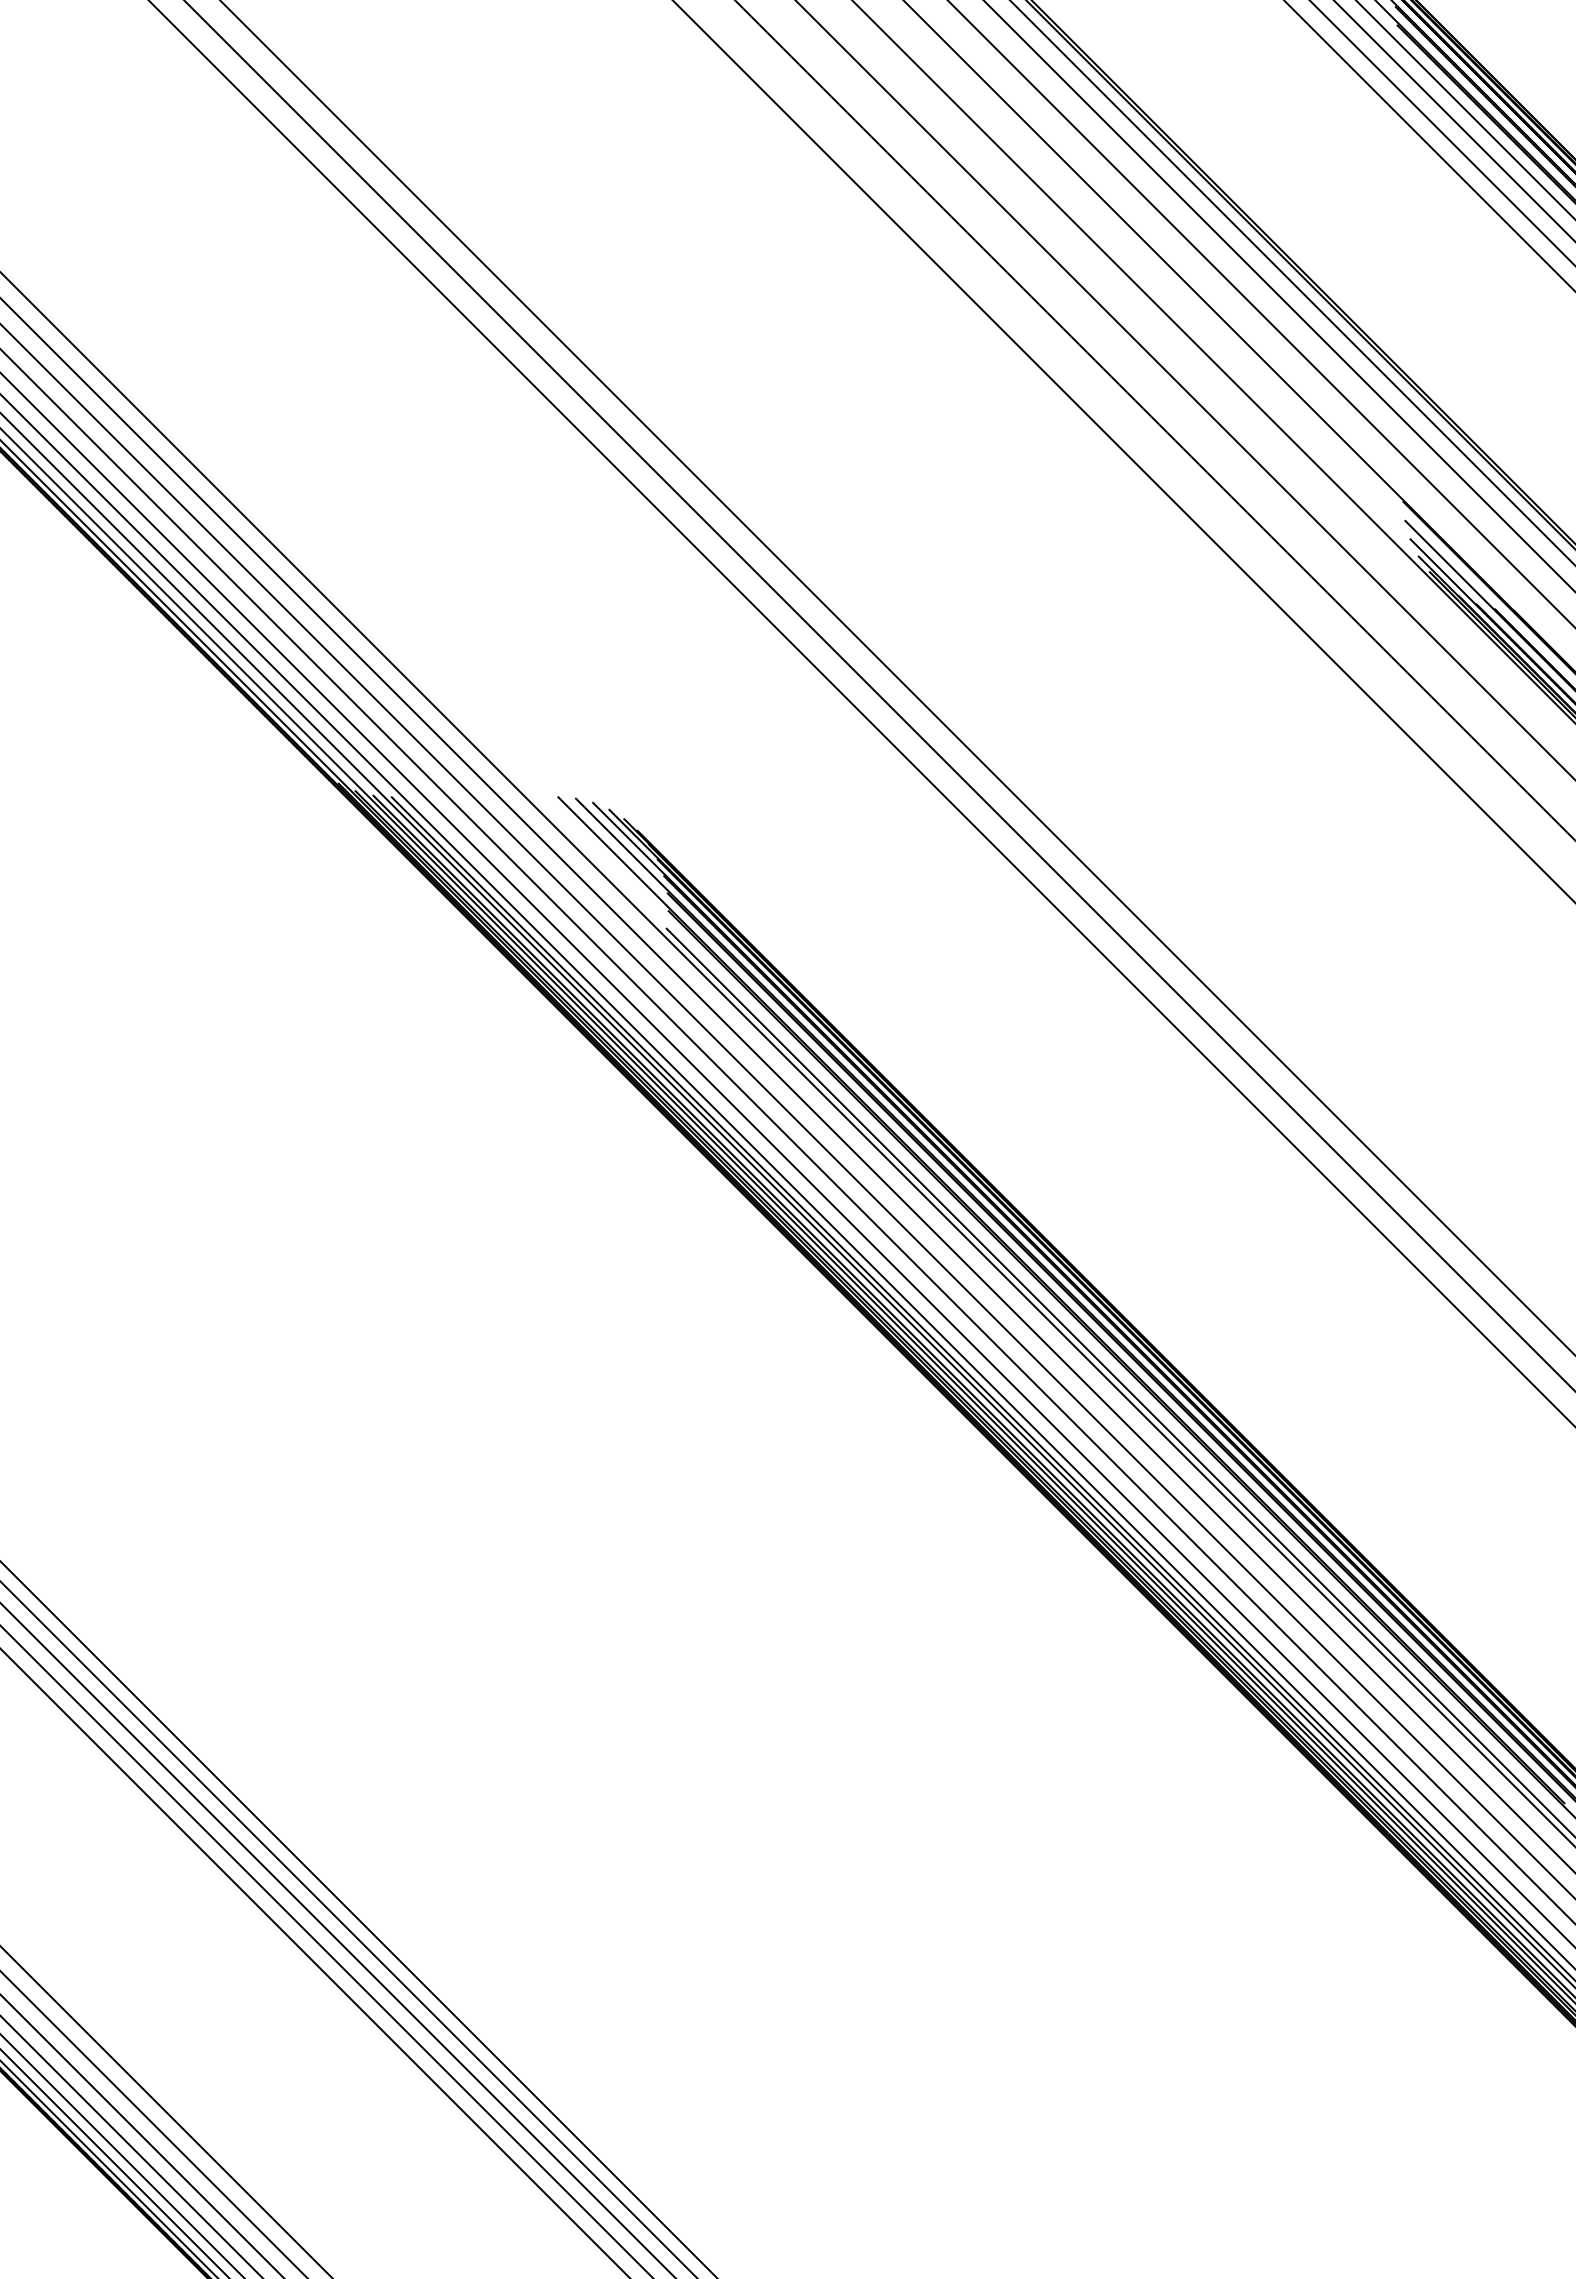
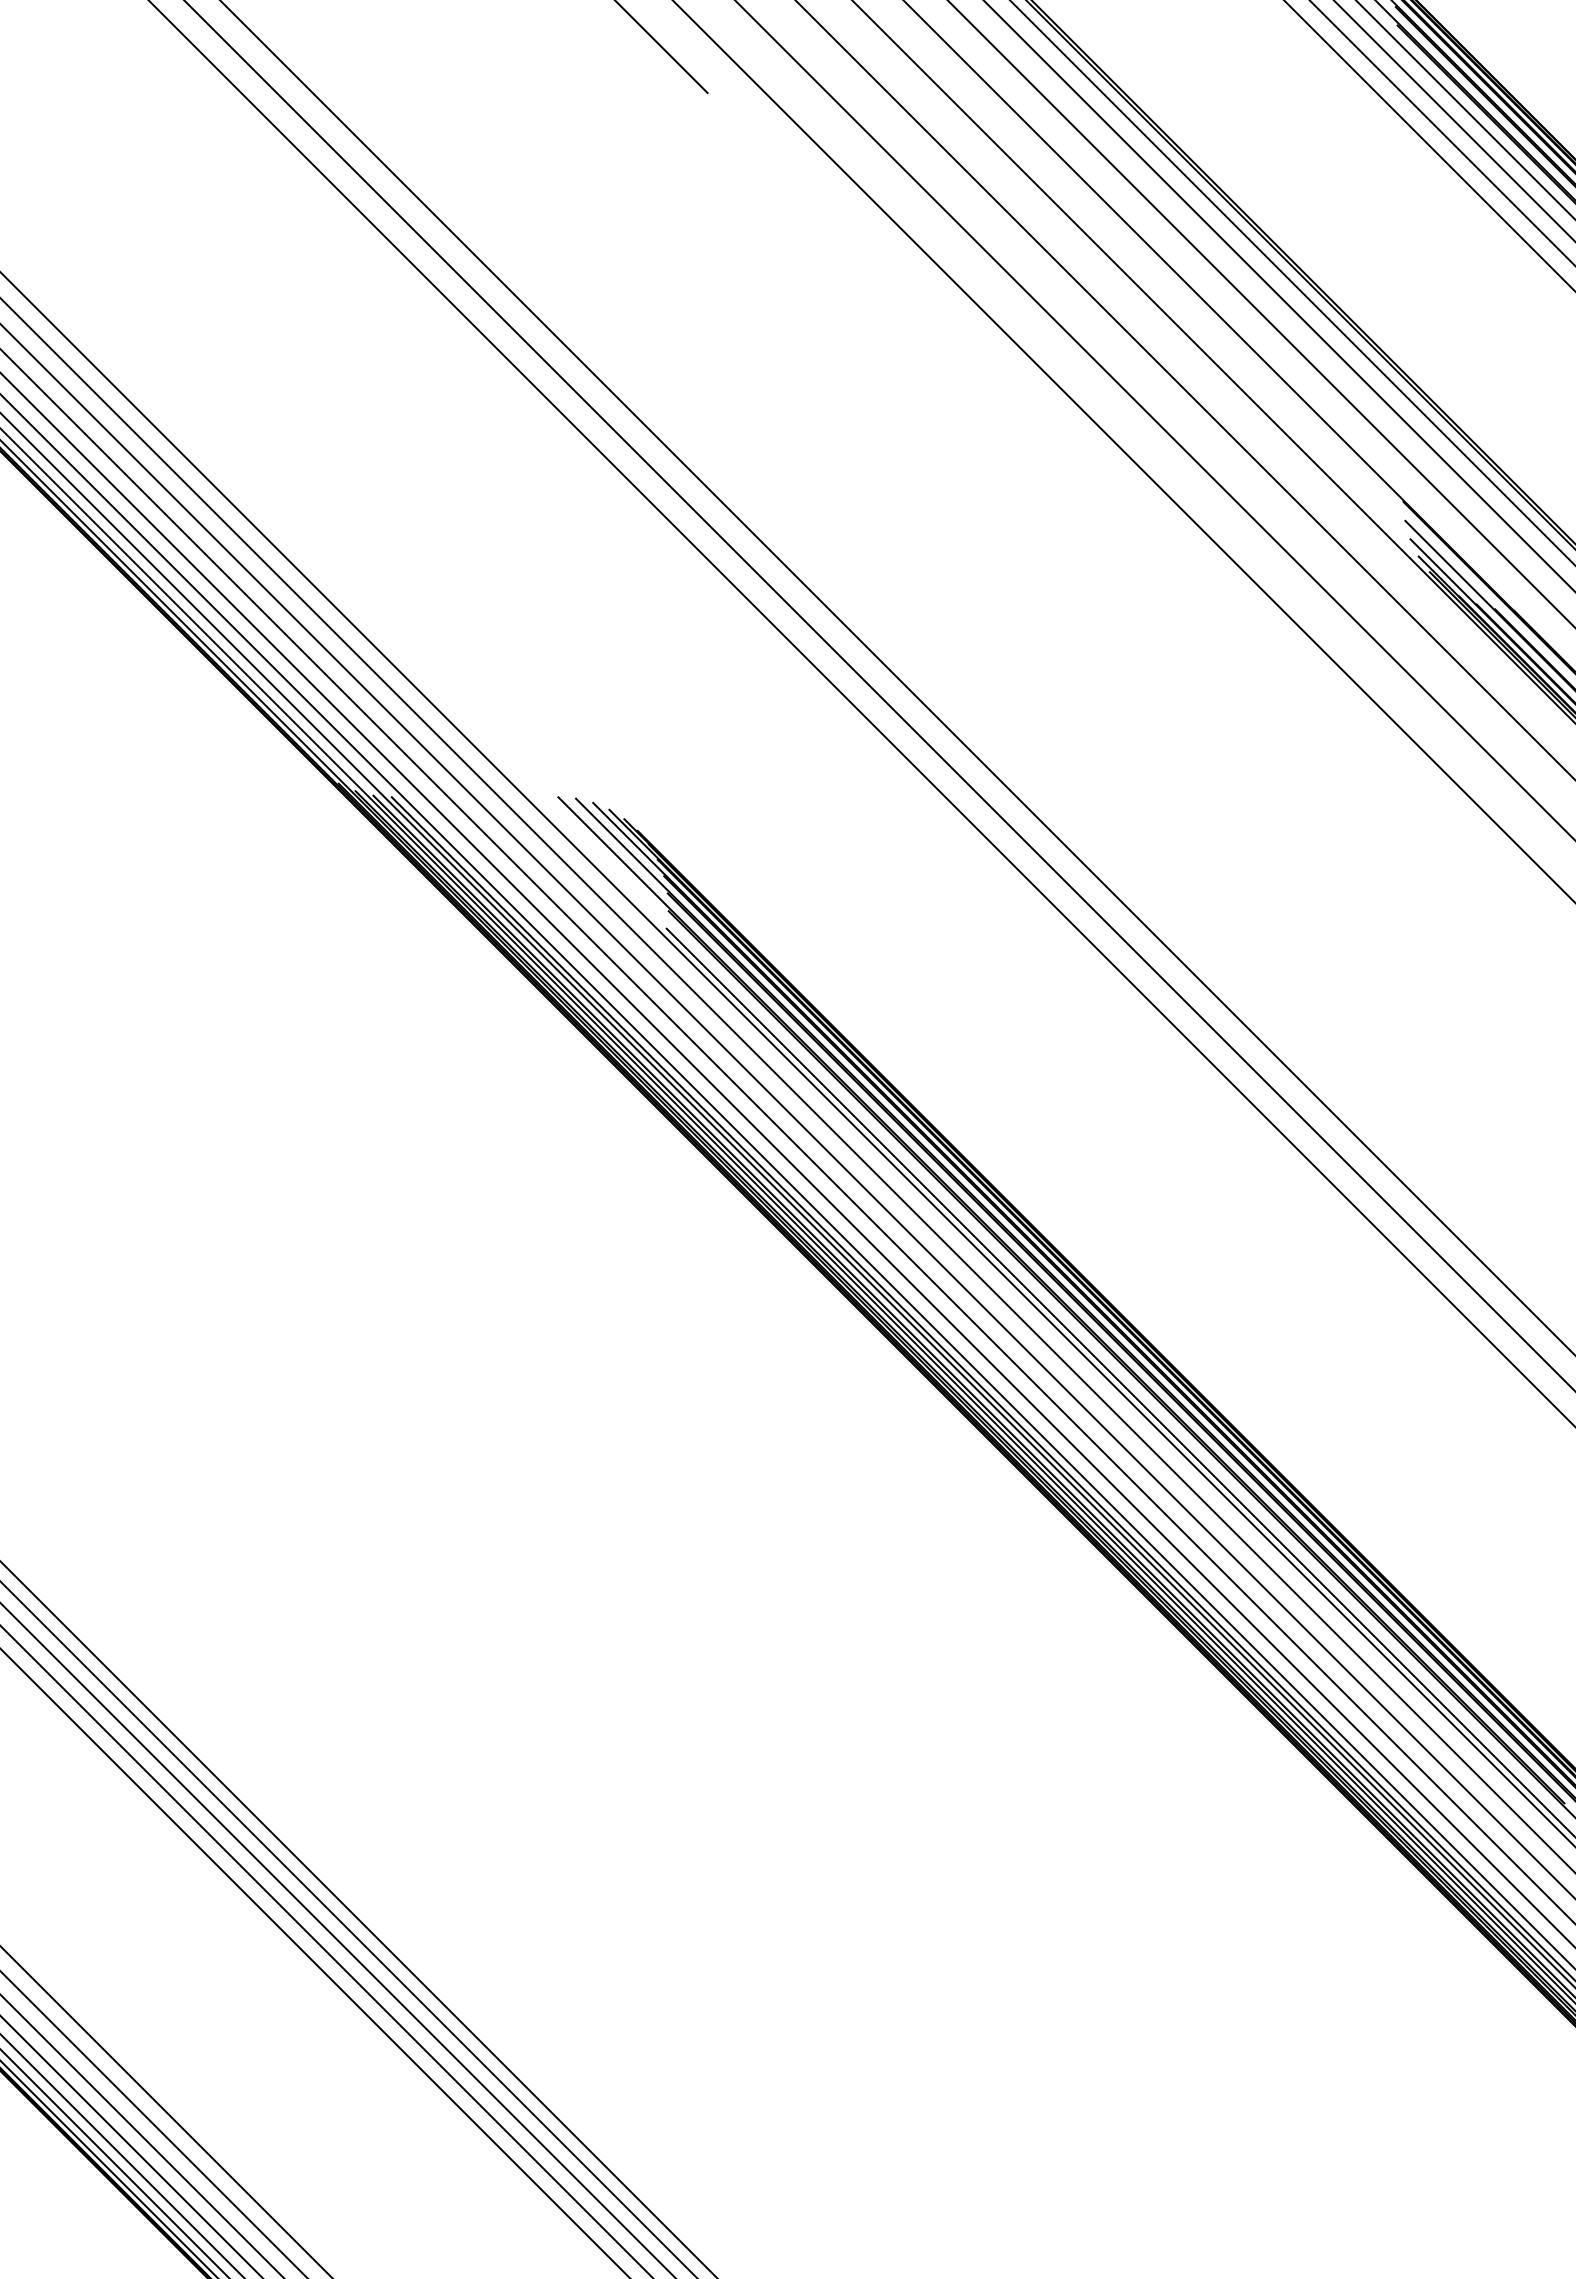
line at (662, 47): none -> present
